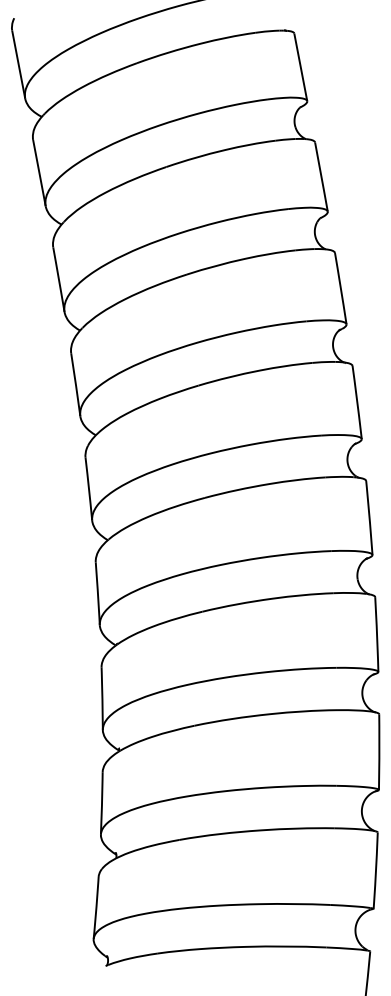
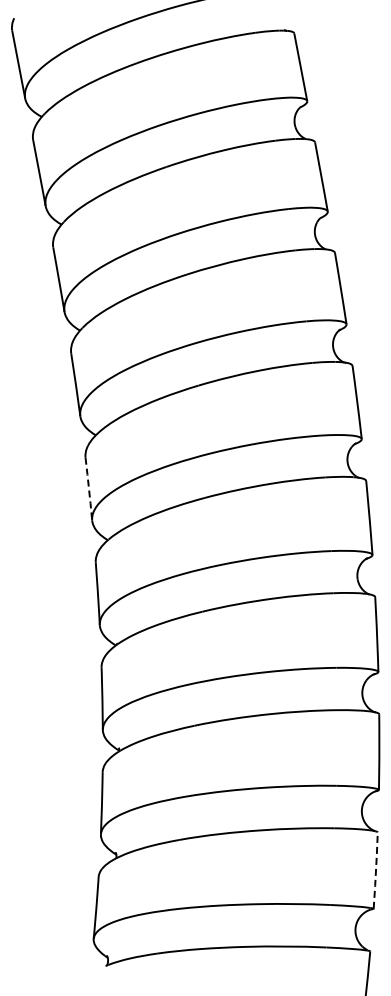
line at (89, 489): solid -> dashed
line at (376, 870): solid -> dashed
